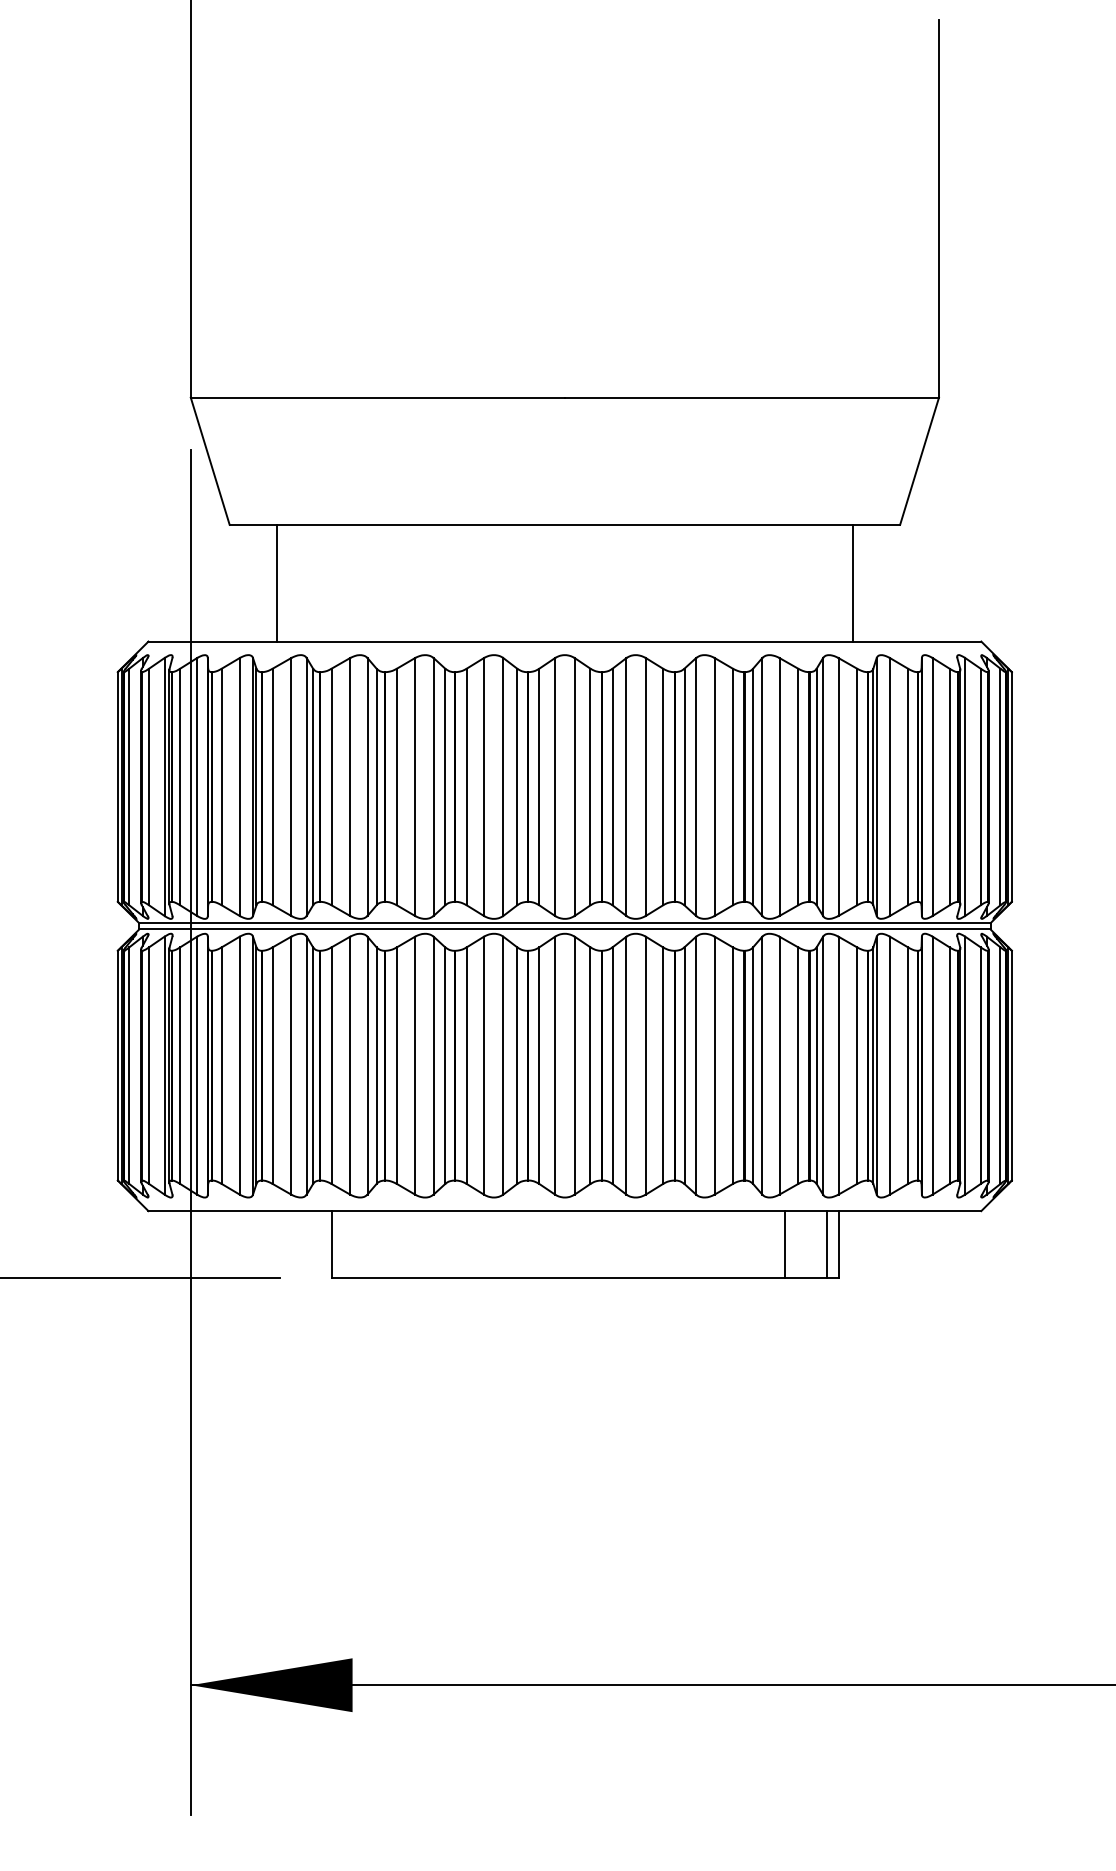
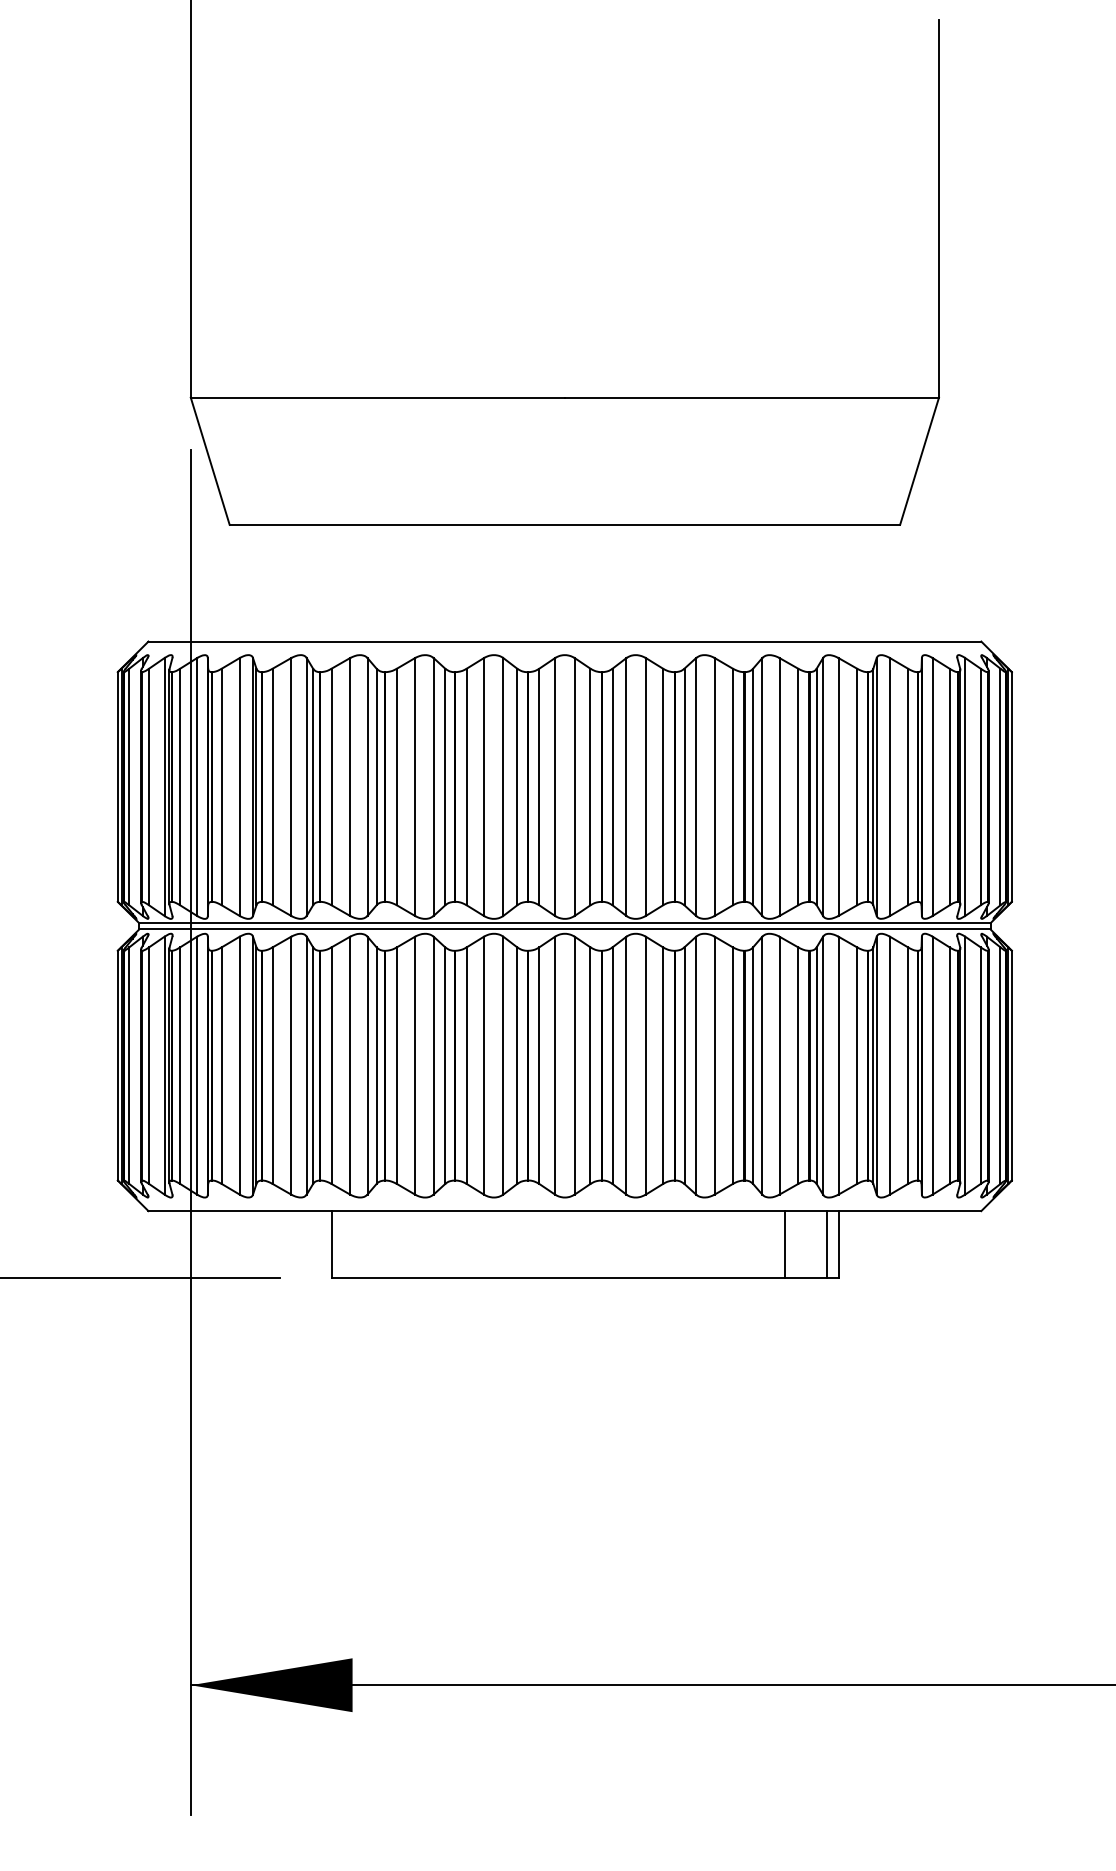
line at (277, 582): present -> none
line at (852, 582): present -> none
